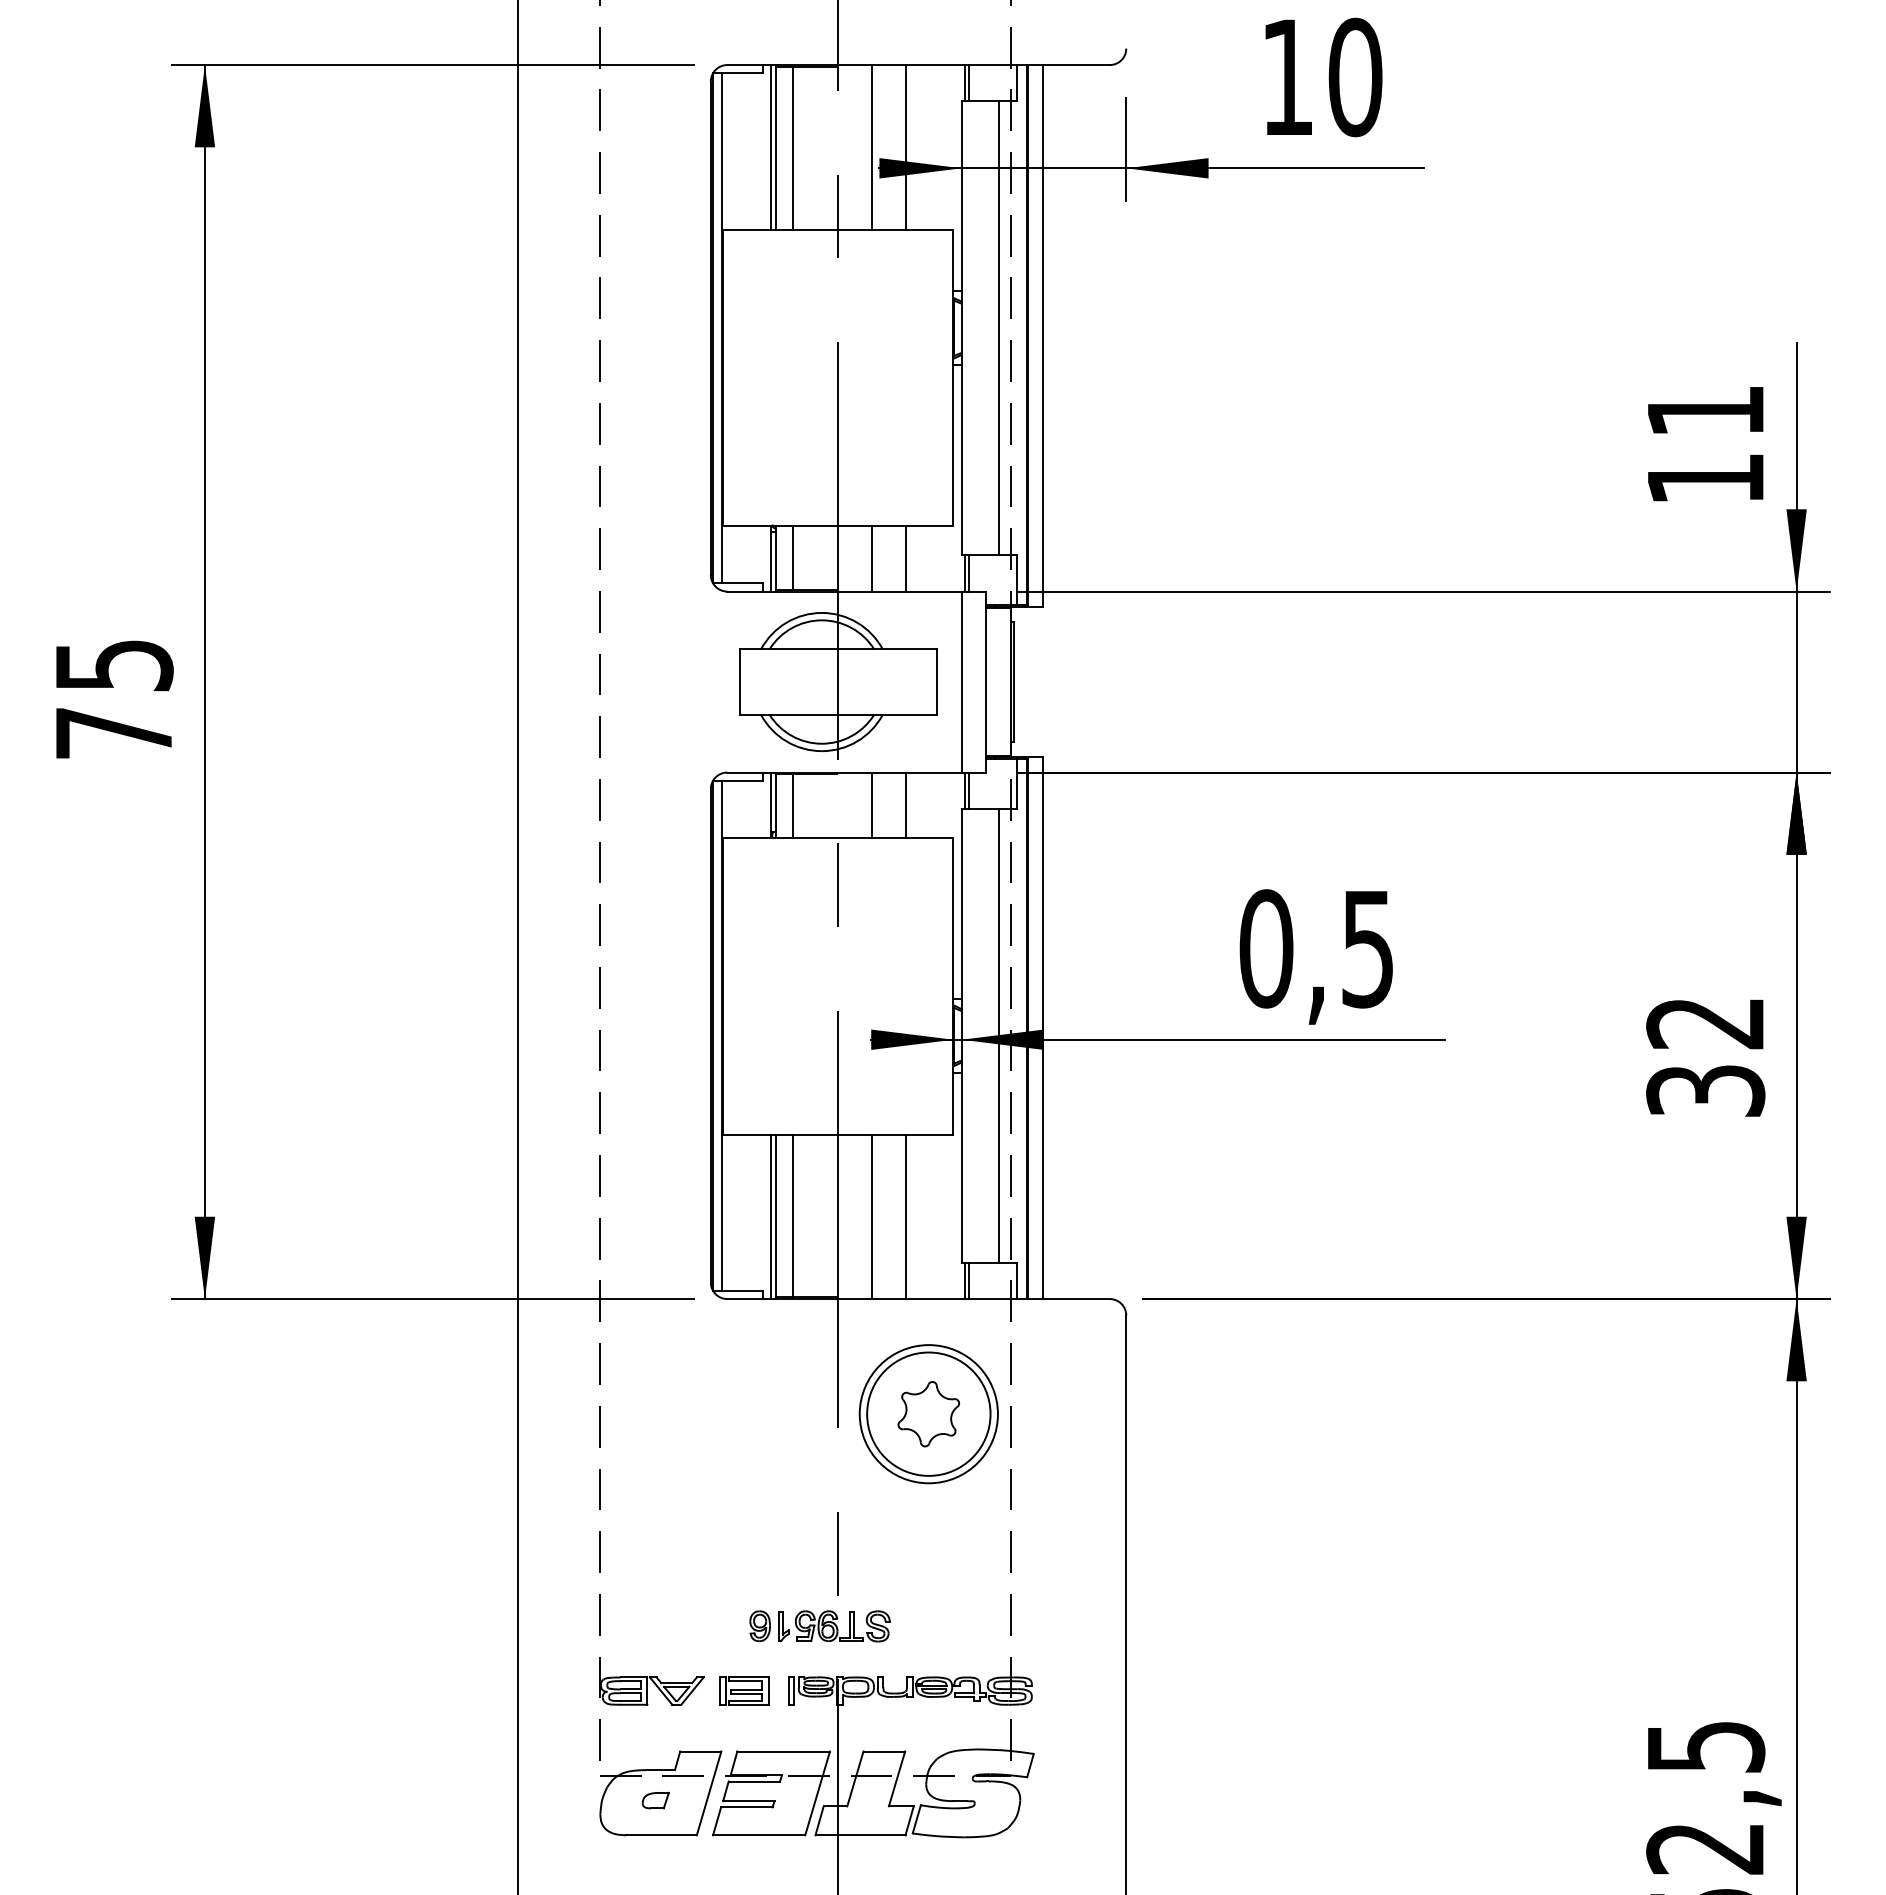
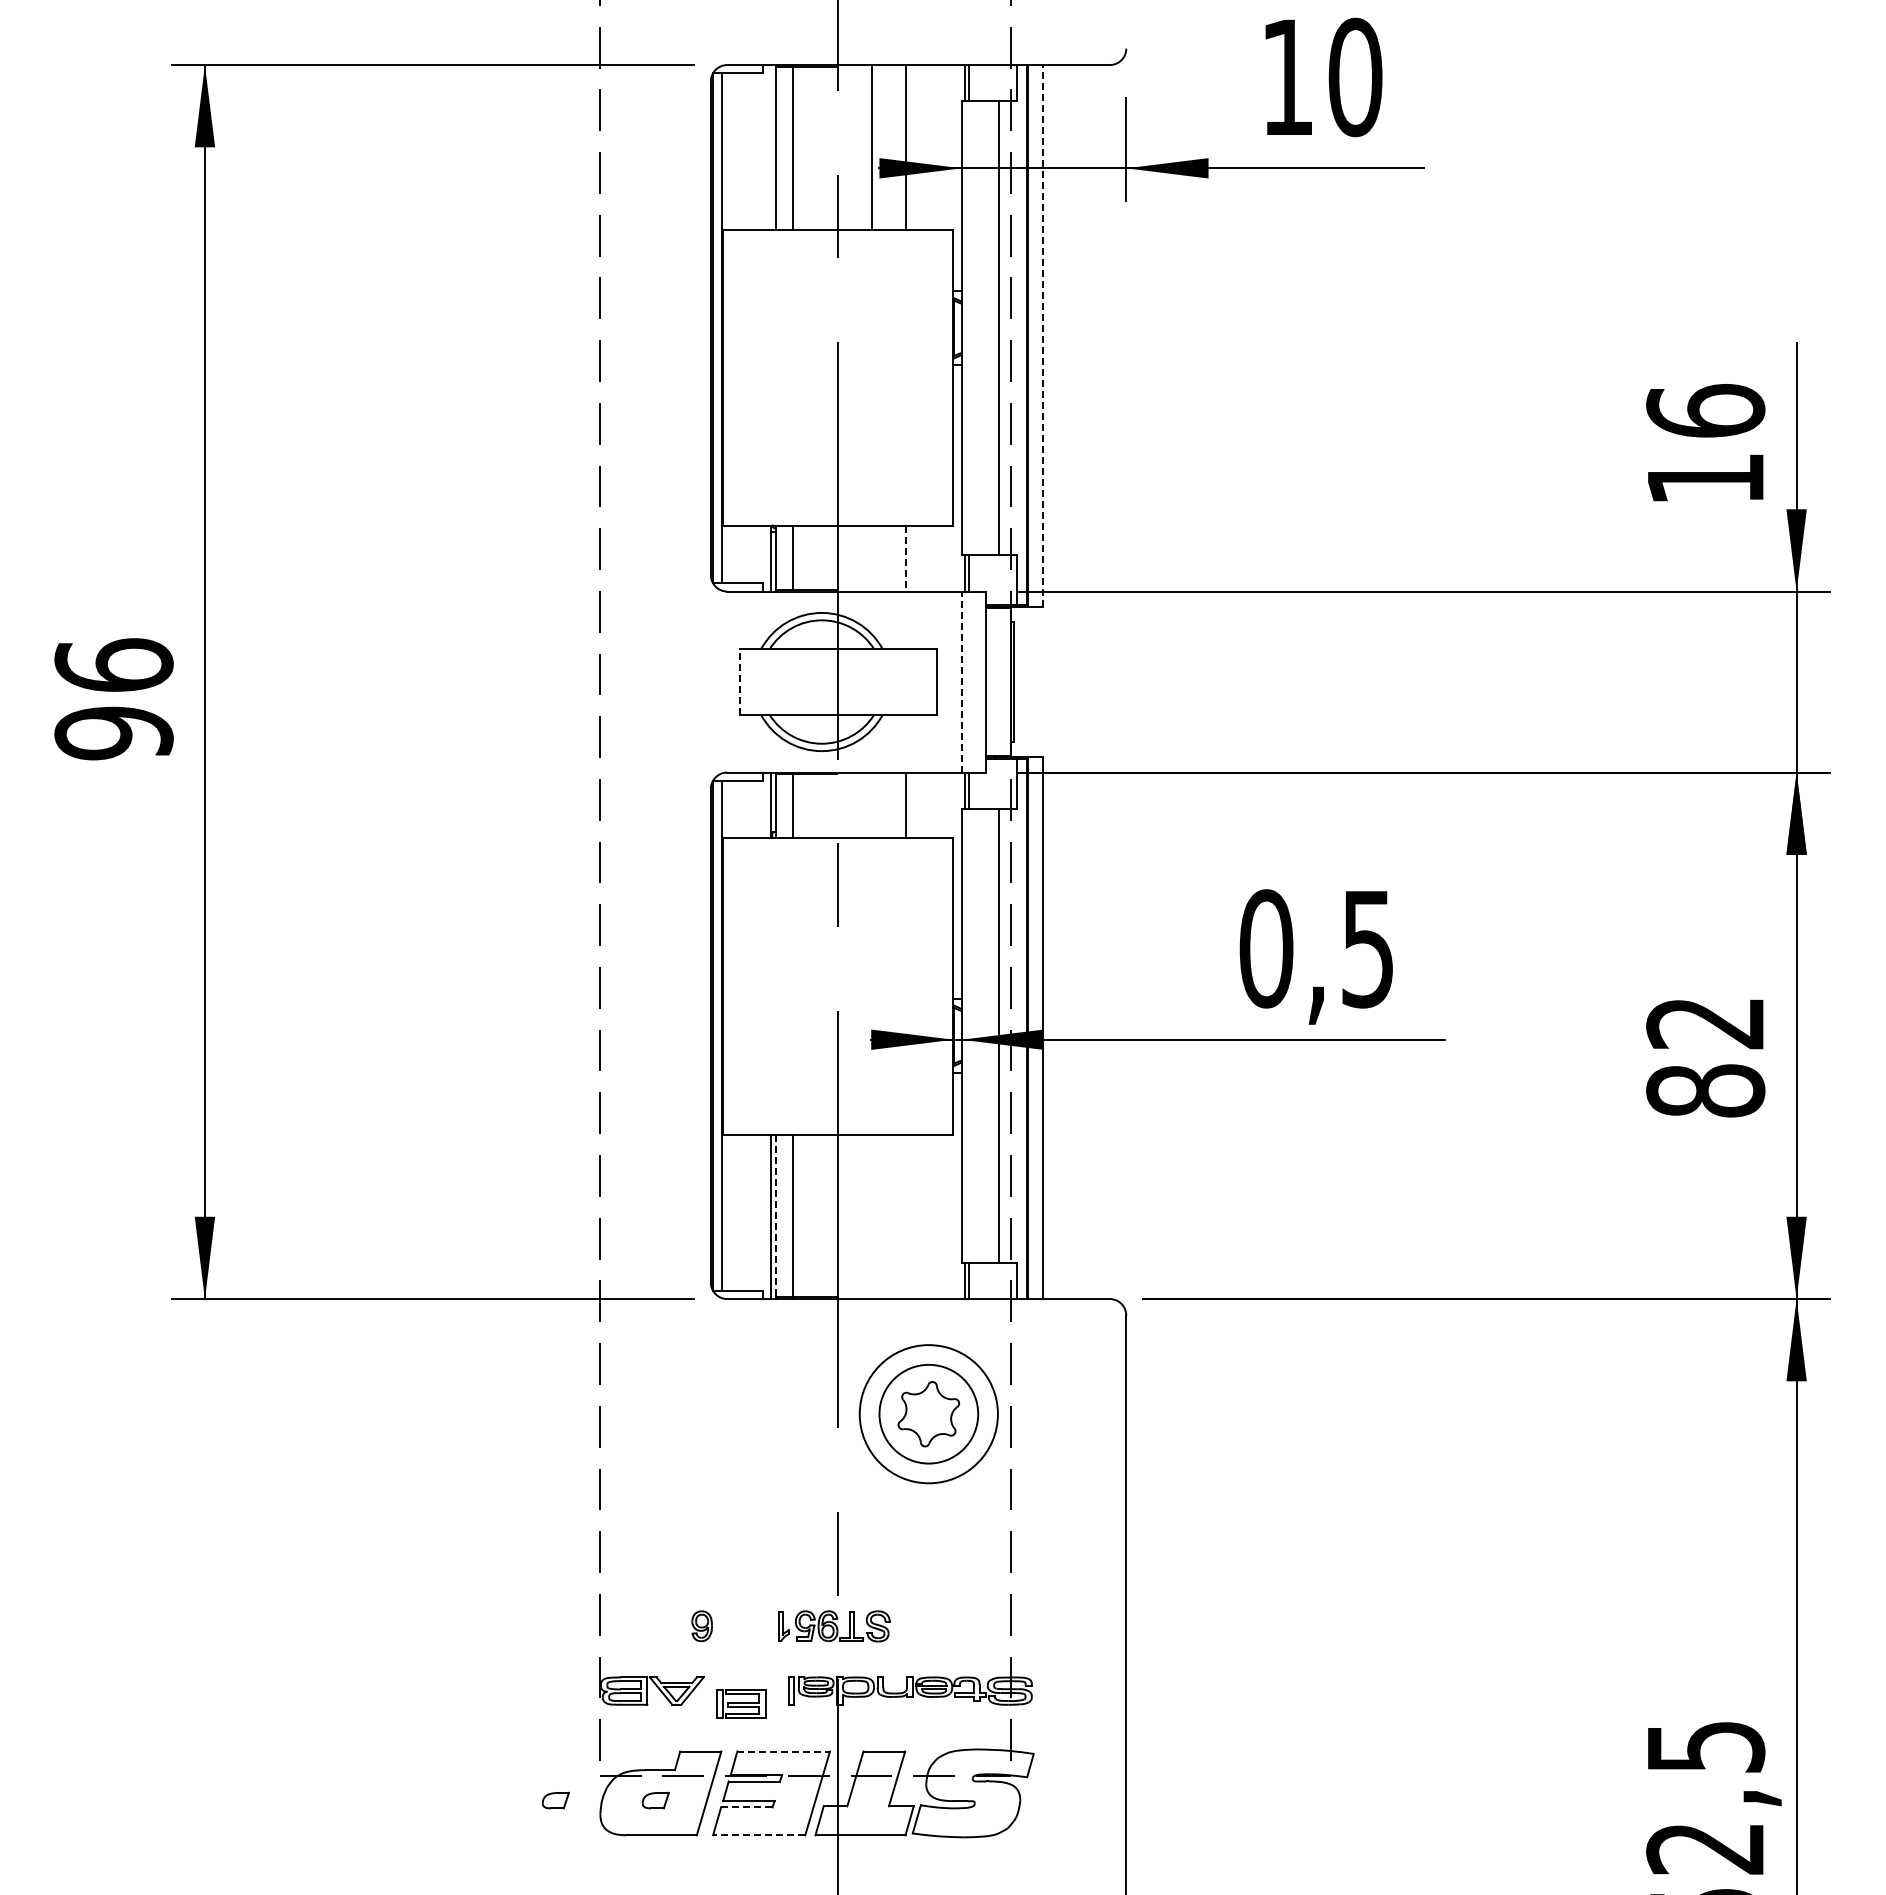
line at (770, 147): present -> none
line at (1043, 335): solid -> dashed
text at (1705, 410): 11 -> 16
line at (872, 558): present -> none
line at (906, 558): solid -> dashed
line at (961, 681): solid -> dashed
line at (739, 682): solid -> dashed
text at (113, 699): 75 -> 96
line at (872, 805): present -> none
line at (517, 946): present -> none
text at (1705, 1090): 32 -> 82
line at (776, 1216): solid -> dashed
line at (872, 1216): present -> none
line at (906, 1216): present -> none
circle at (928, 1413) diameter: 123 px -> 99 px
part at (759, 1626) position: (759, 1626) -> (701, 1626)
part at (744, 1690) position: (744, 1690) -> (741, 1703)
line at (784, 1751): solid -> dashed
part at (555, 1800): none -> present
line at (746, 1807): solid -> dashed
line at (758, 1835): solid -> dashed
